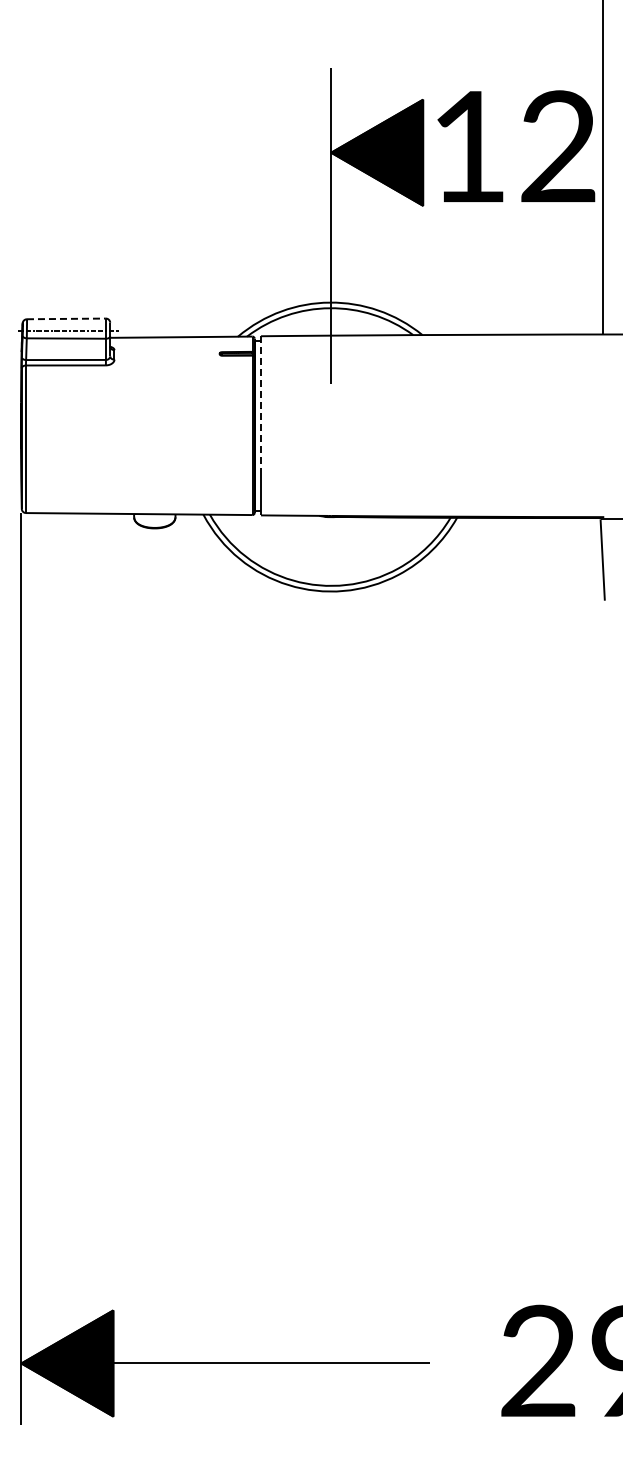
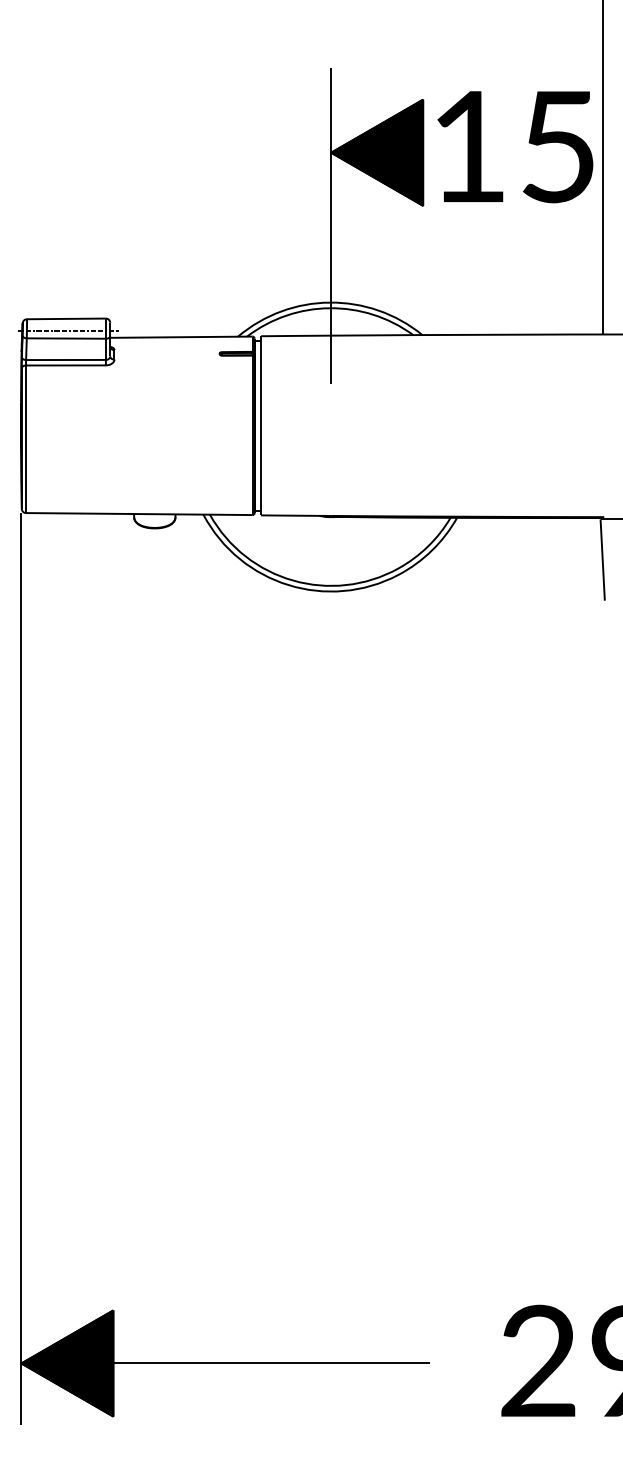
text at (558, 146): 12 -> 15
line at (66, 318): dashed -> solid
line at (261, 403): dashed -> solid
